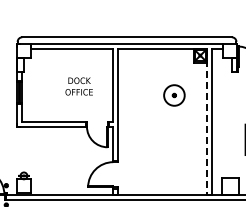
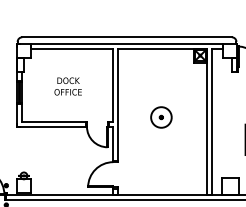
text at (78, 86) position: (78, 86) -> (67, 86)
part at (174, 95) position: (174, 95) -> (161, 117)
line at (207, 122): dashed -> solid
